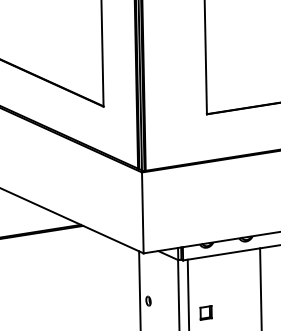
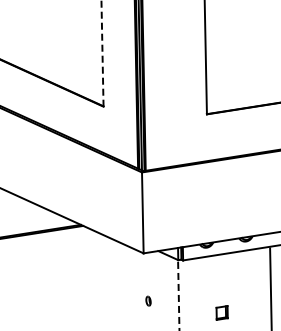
line at (102, 53): solid -> dashed
line at (260, 287) position: (260, 287) -> (270, 287)
line at (139, 289): present -> none
line at (188, 293): present -> none
line at (178, 295): solid -> dashed
part at (205, 312) position: (205, 312) -> (221, 312)
